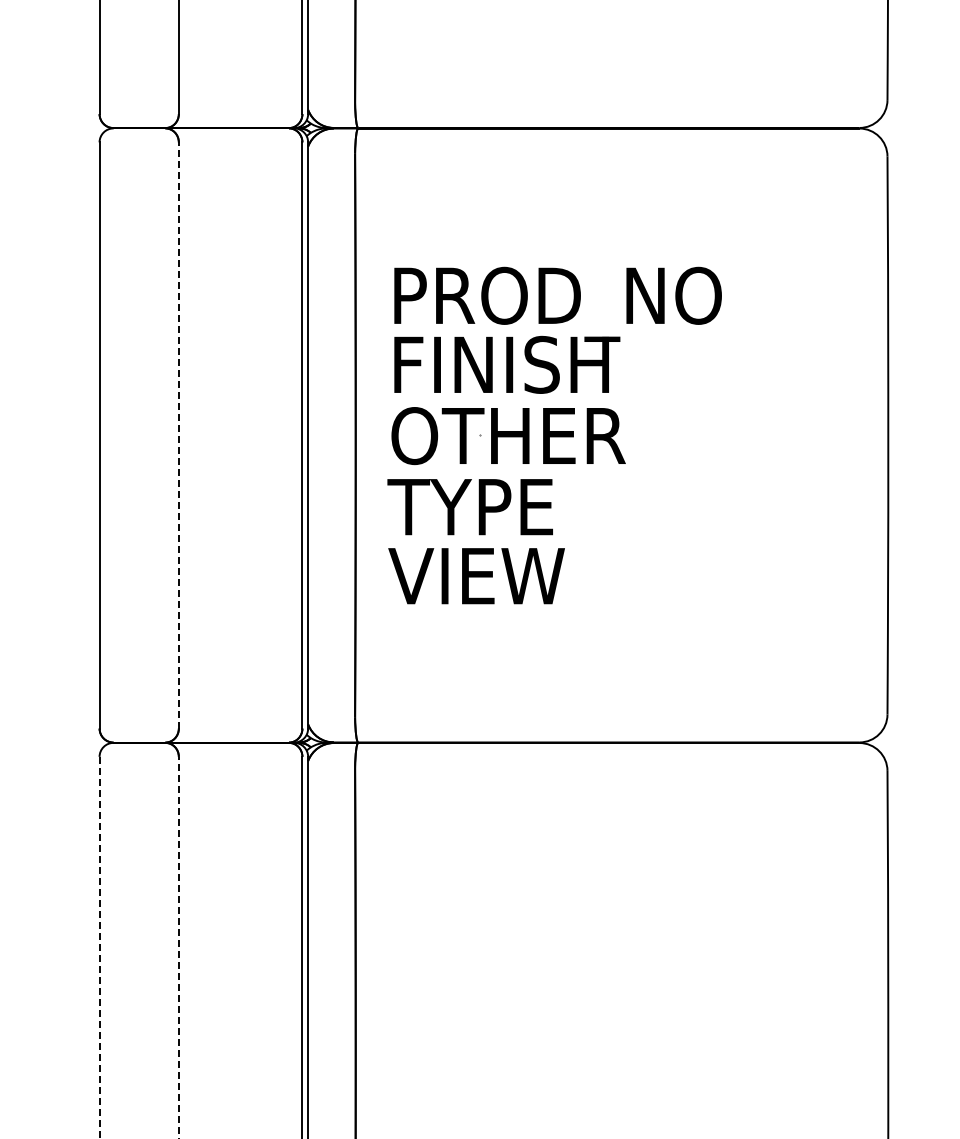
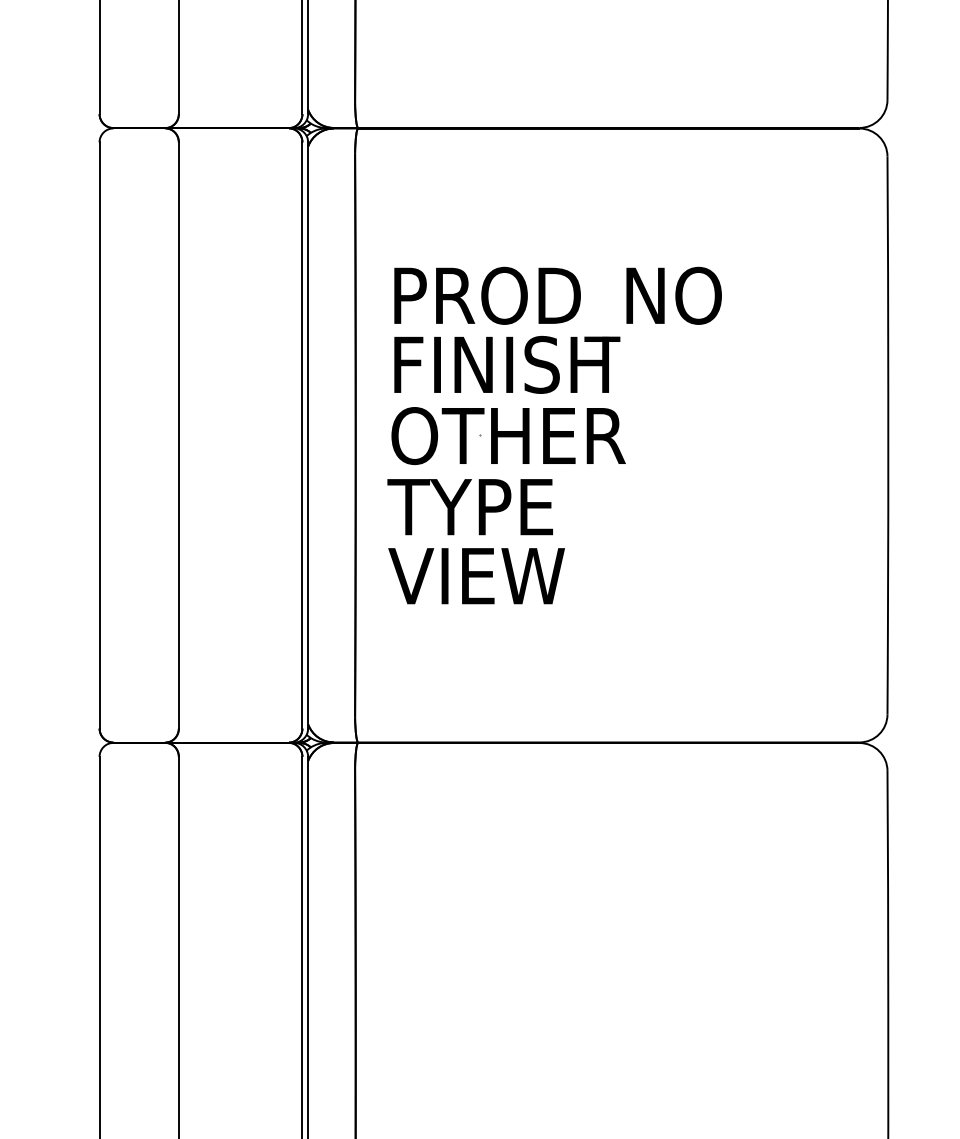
line at (178, 435): dashed -> solid
line at (99, 947): dashed -> solid
line at (178, 947): dashed -> solid
